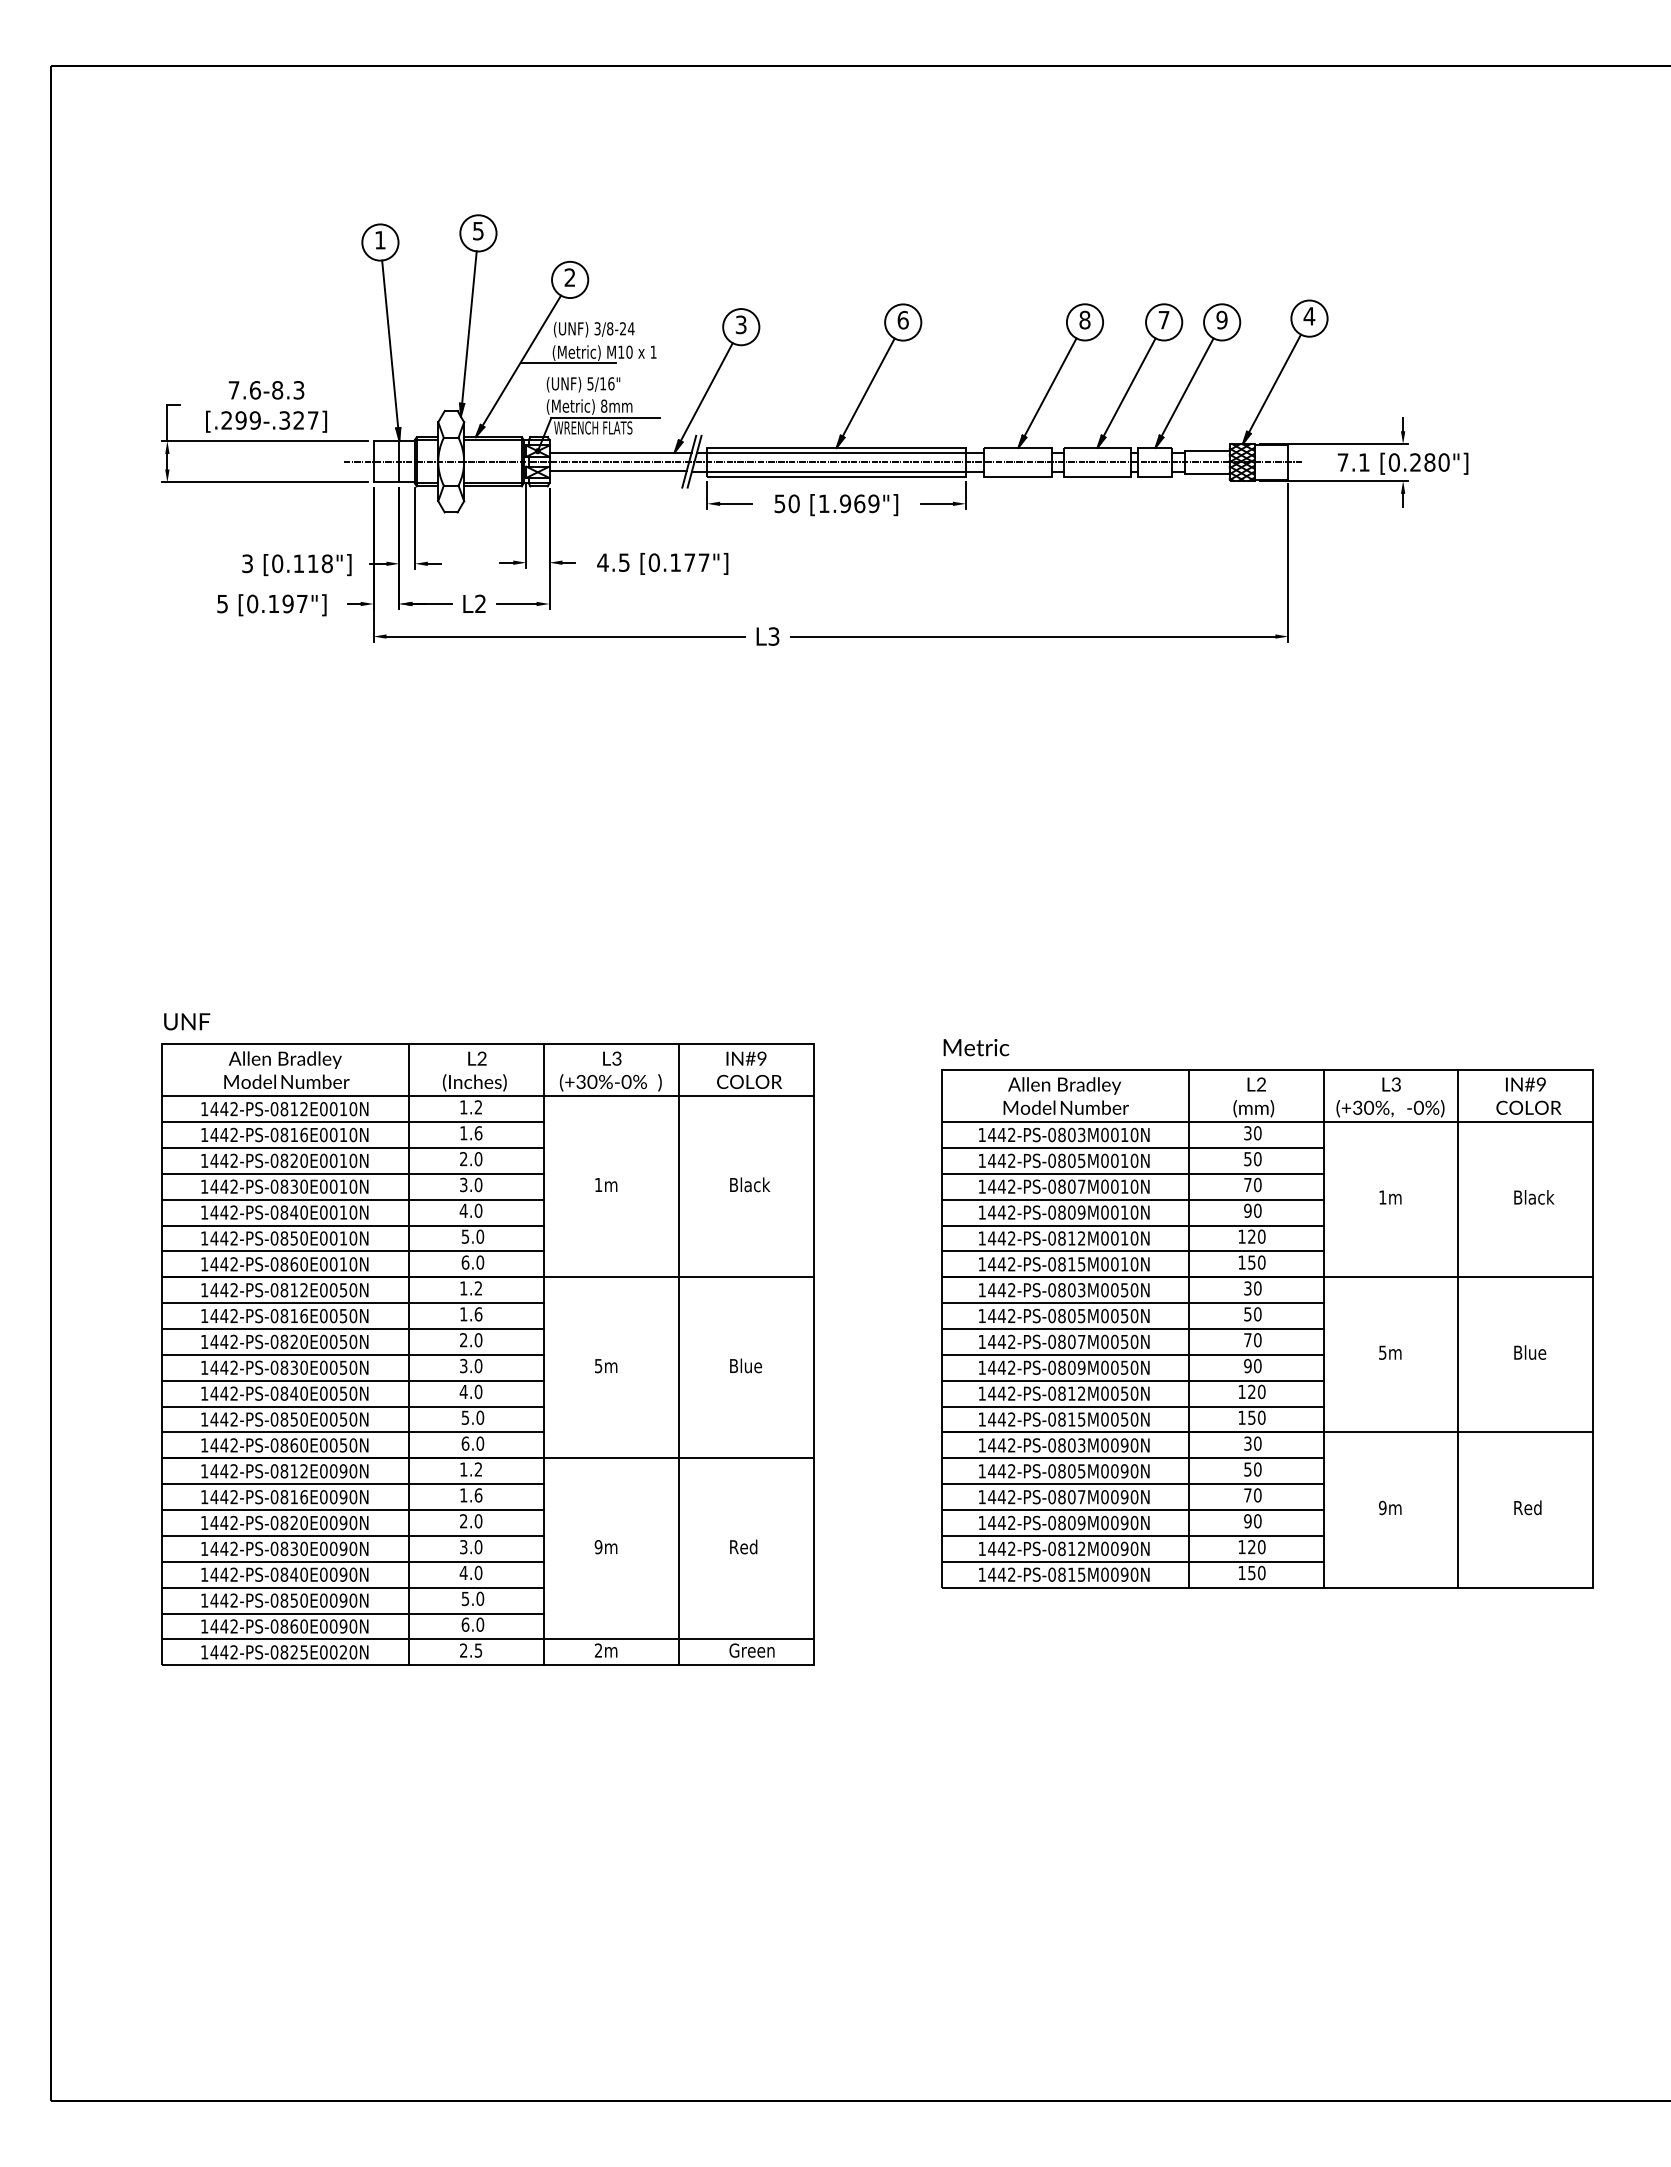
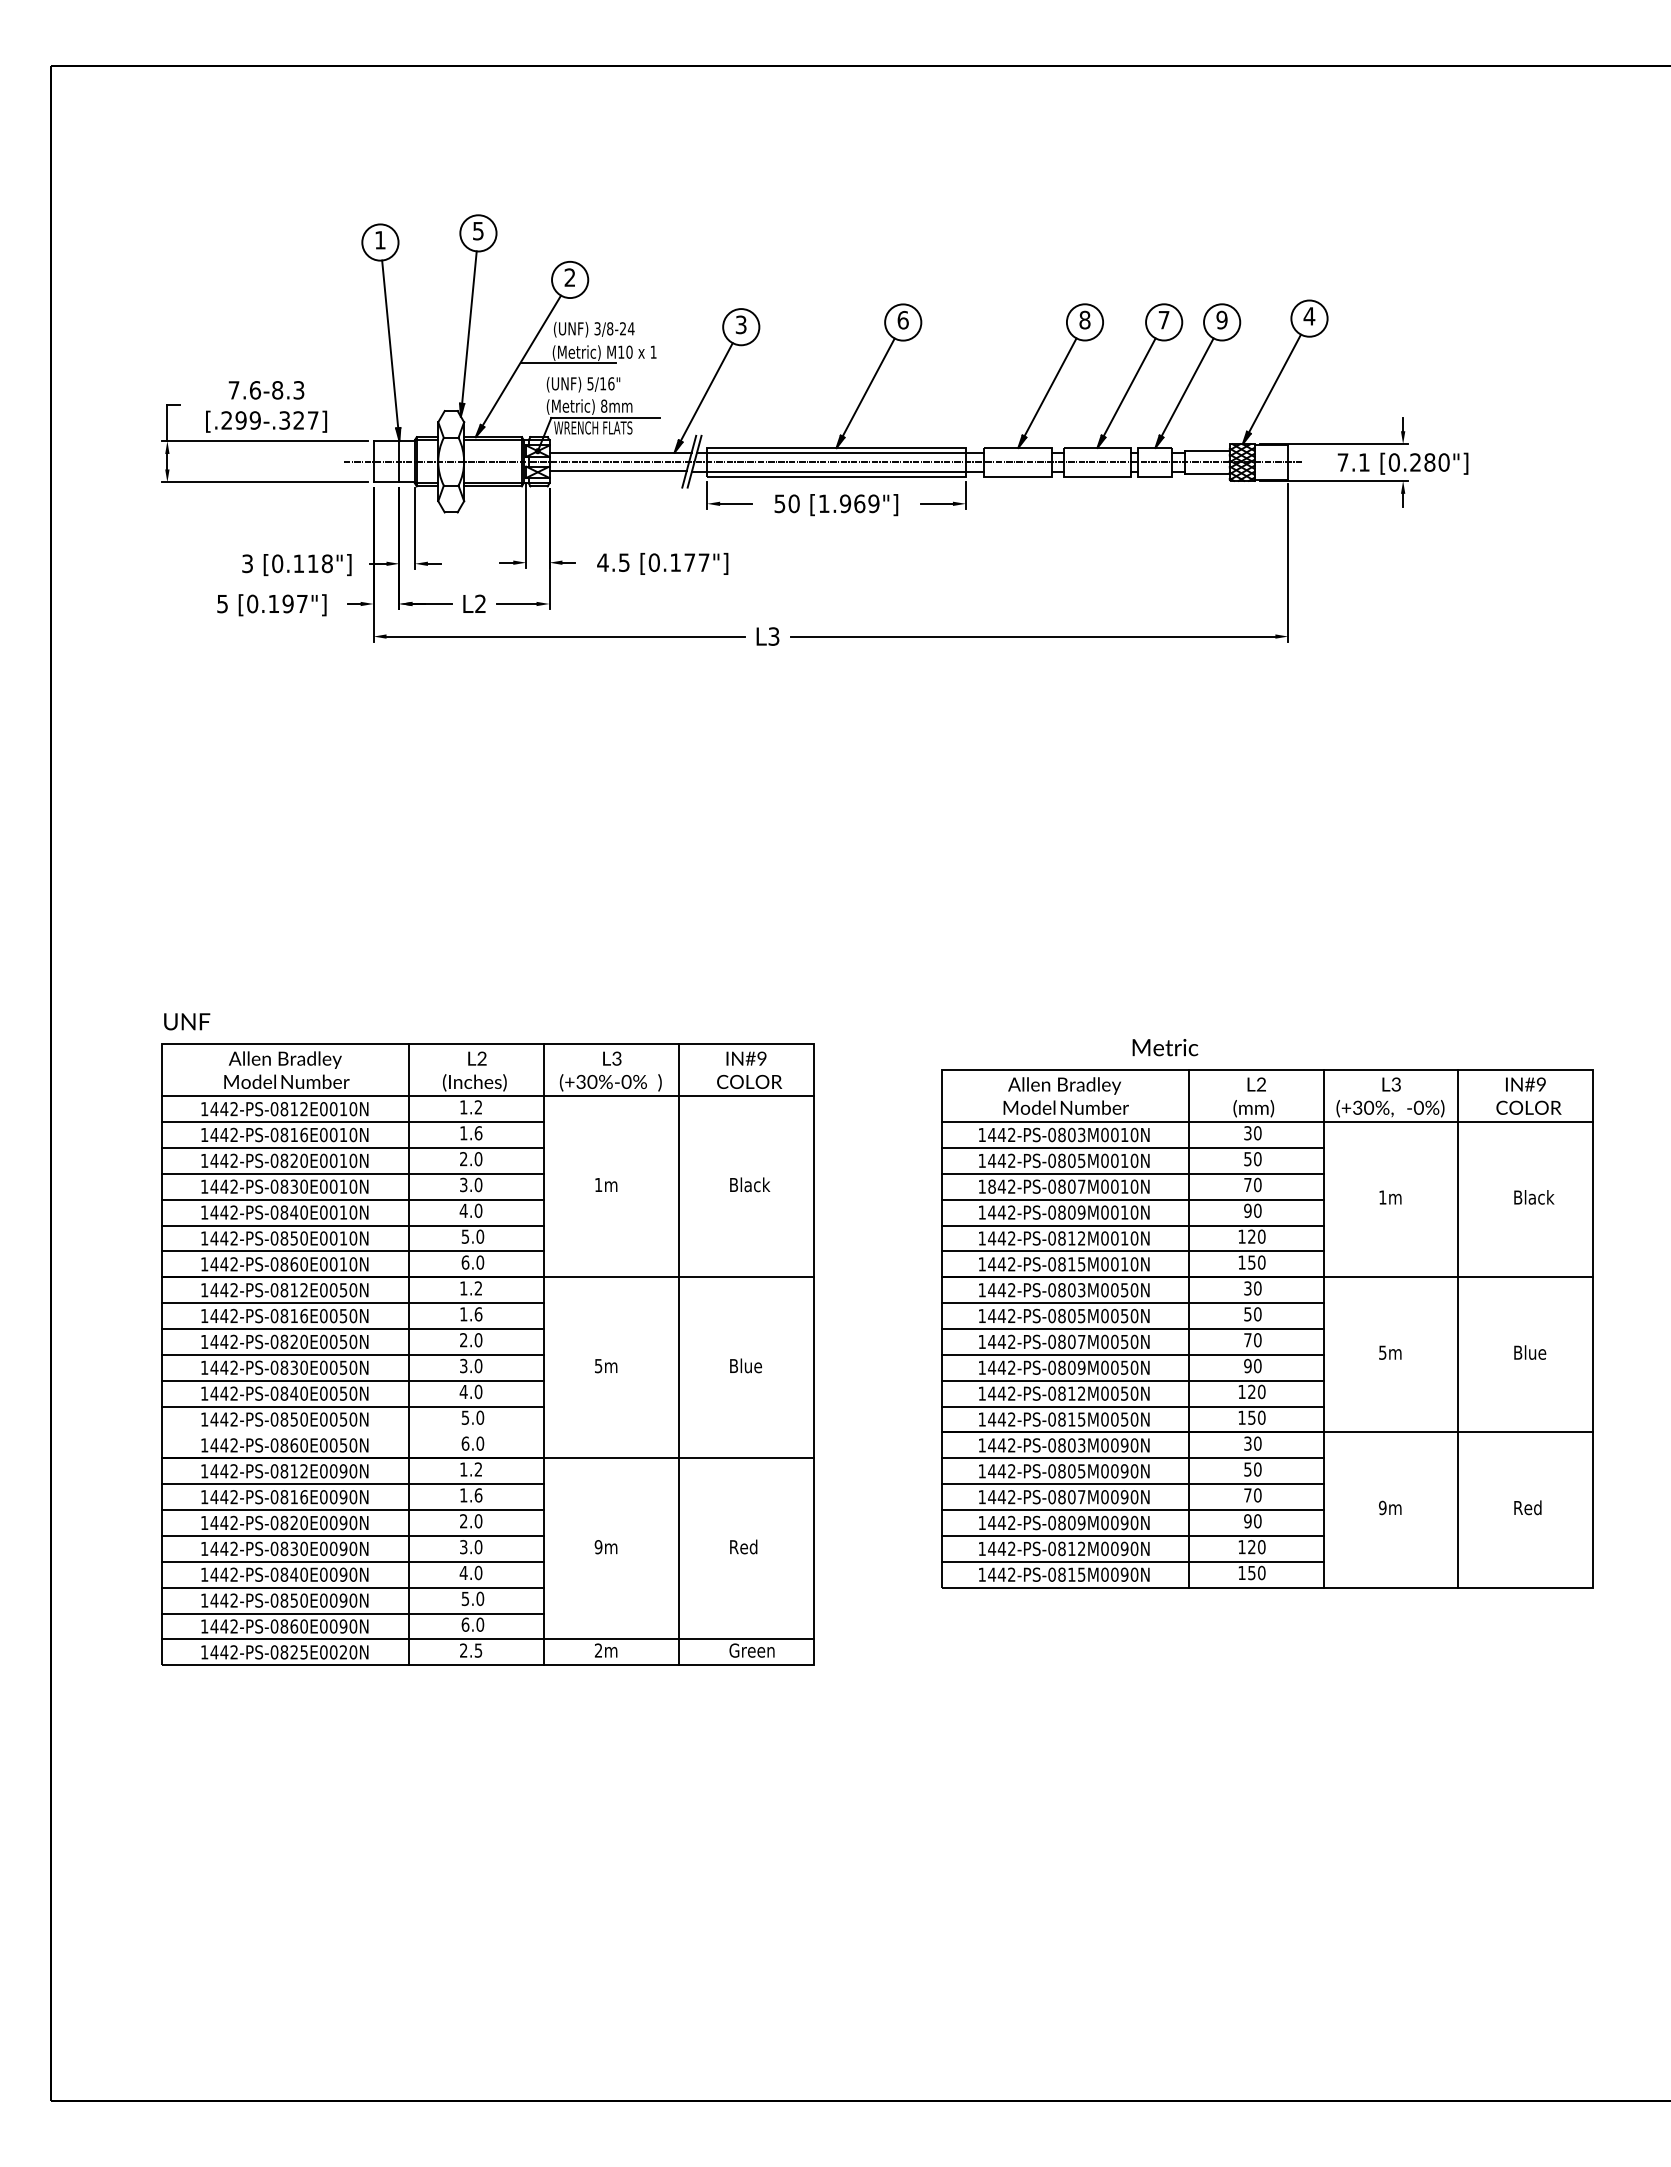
text at (976, 1047) position: (976, 1047) -> (1165, 1047)
text at (992, 1186): 1442-PS-0807M0010N -> 1842-PS-0807M0010N
line at (353, 1432): present -> none
